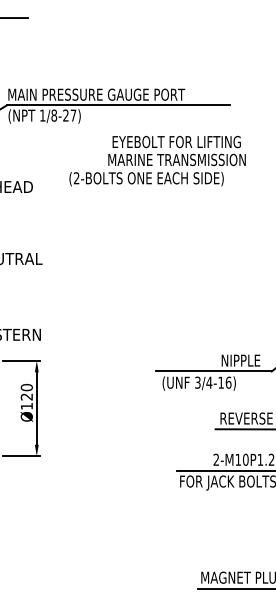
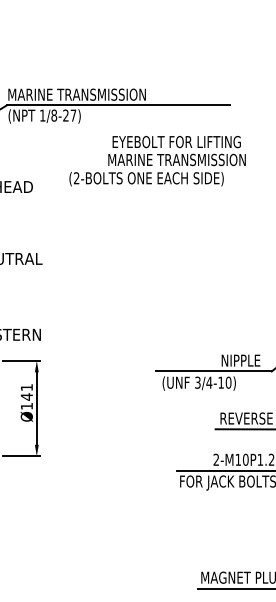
line at (14, 18): present -> none
text at (106, 94): MAIN PRESSURE GAUGE PORT -> MARINE TRANSMISSION
text at (228, 382): 3/4-16) -> 3/4-10)
text at (26, 392): Ø120 -> Ø141
